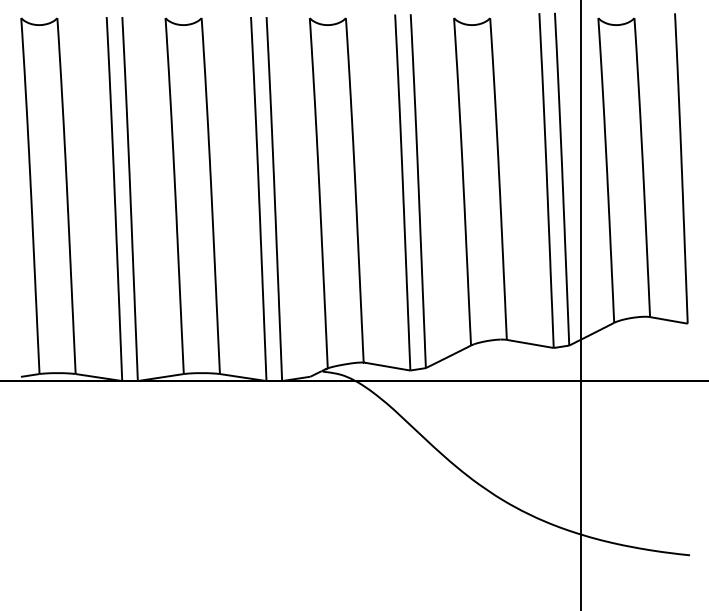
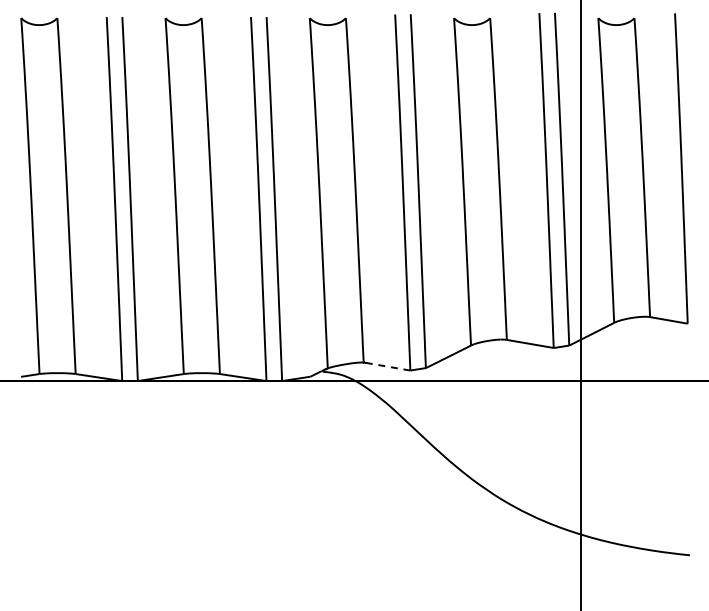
line at (389, 366): solid -> dashed
